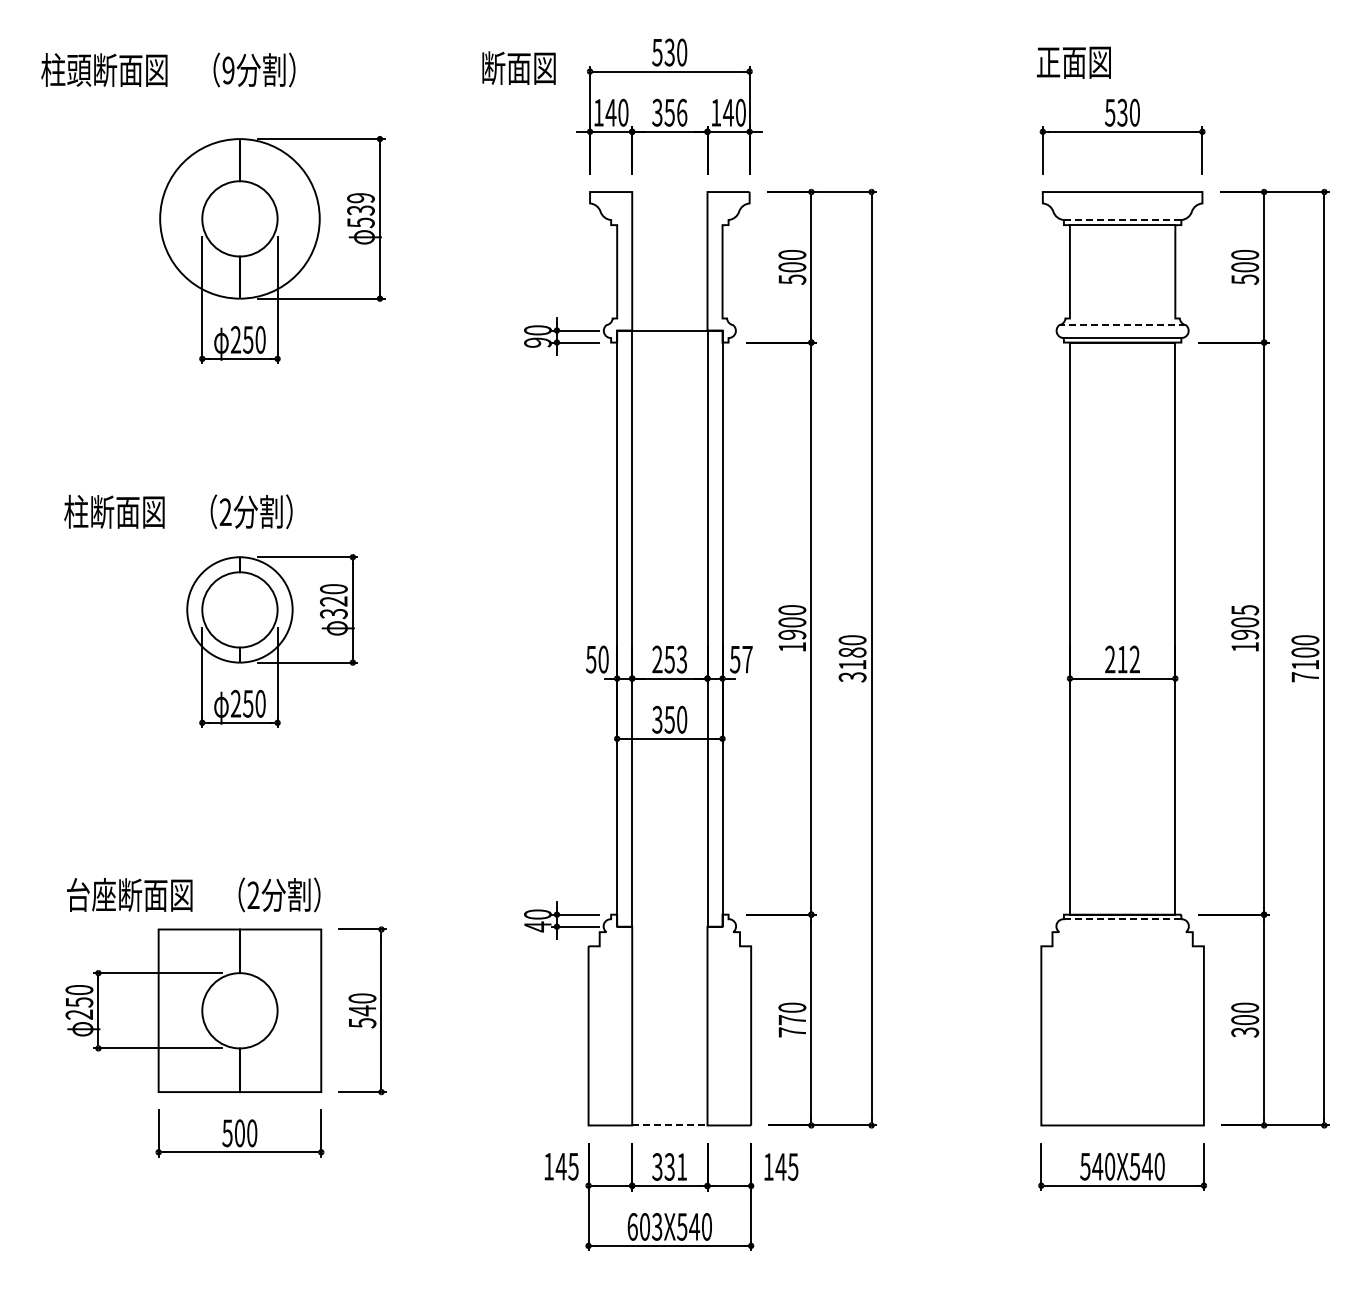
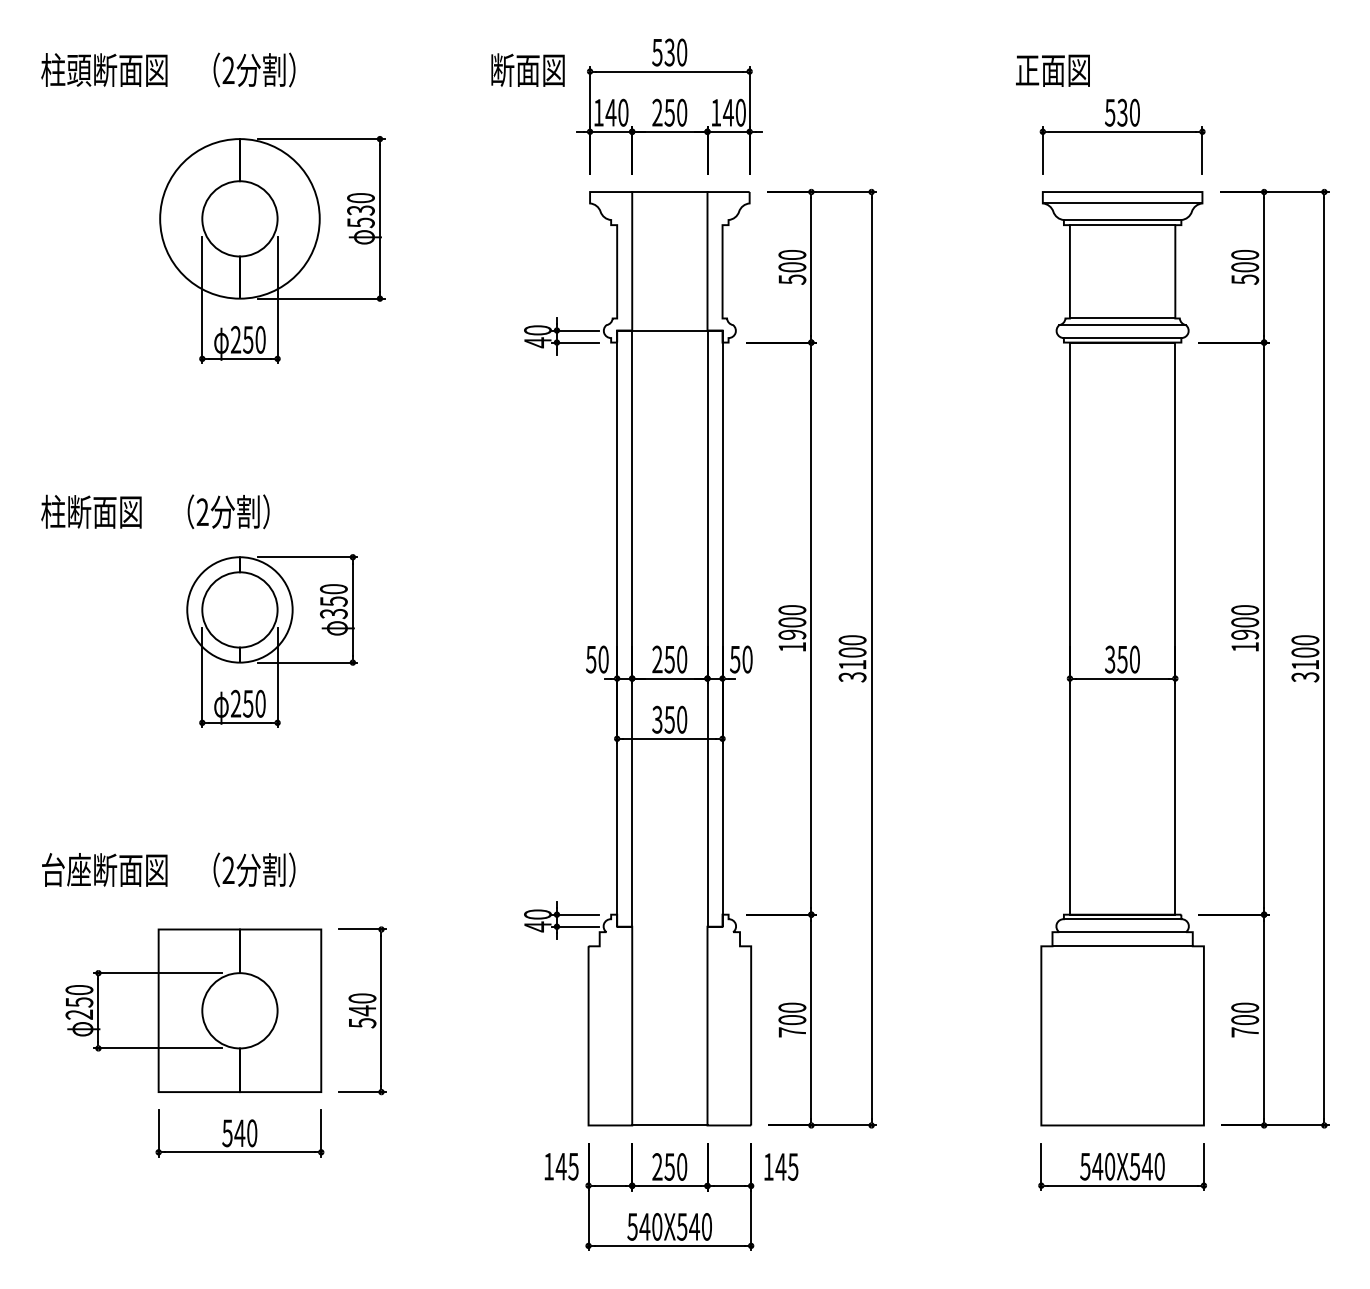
text at (1073, 62) position: (1073, 62) -> (1052, 70)
text at (518, 67) position: (518, 67) -> (527, 69)
text at (228, 70): 9 -> 2
text at (669, 112): 356 -> 250
line at (669, 192): none -> present
text at (360, 198): 539 -> 530
line at (1122, 203): none -> present
line at (1122, 220): dashed -> solid
line at (1122, 318): none -> present
line at (1122, 325): dashed -> solid
text at (537, 342): 90 -> 40
text at (178, 511) position: (178, 511) -> (155, 511)
text at (333, 601): 320 -> 350
text at (1245, 610): 1905 -> 1900
text at (852, 652): 3180 -> 3100
text at (681, 659): 253 -> 250
text at (747, 659): 57 -> 50
text at (1122, 659): 212 -> 350
text at (1305, 677): 7100 -> 3100
text at (193, 894) position: (193, 894) -> (168, 869)
line at (1122, 919): dashed -> solid
line at (1122, 932): none -> present
line at (1122, 946): none -> present
text at (792, 1020): 770 -> 700
text at (1245, 1032): 300 -> 700
line at (669, 1125): dashed -> solid
text at (239, 1133): 500 -> 540
text at (669, 1166): 331 -> 250
text at (644, 1226): 603X540 -> 540X540
